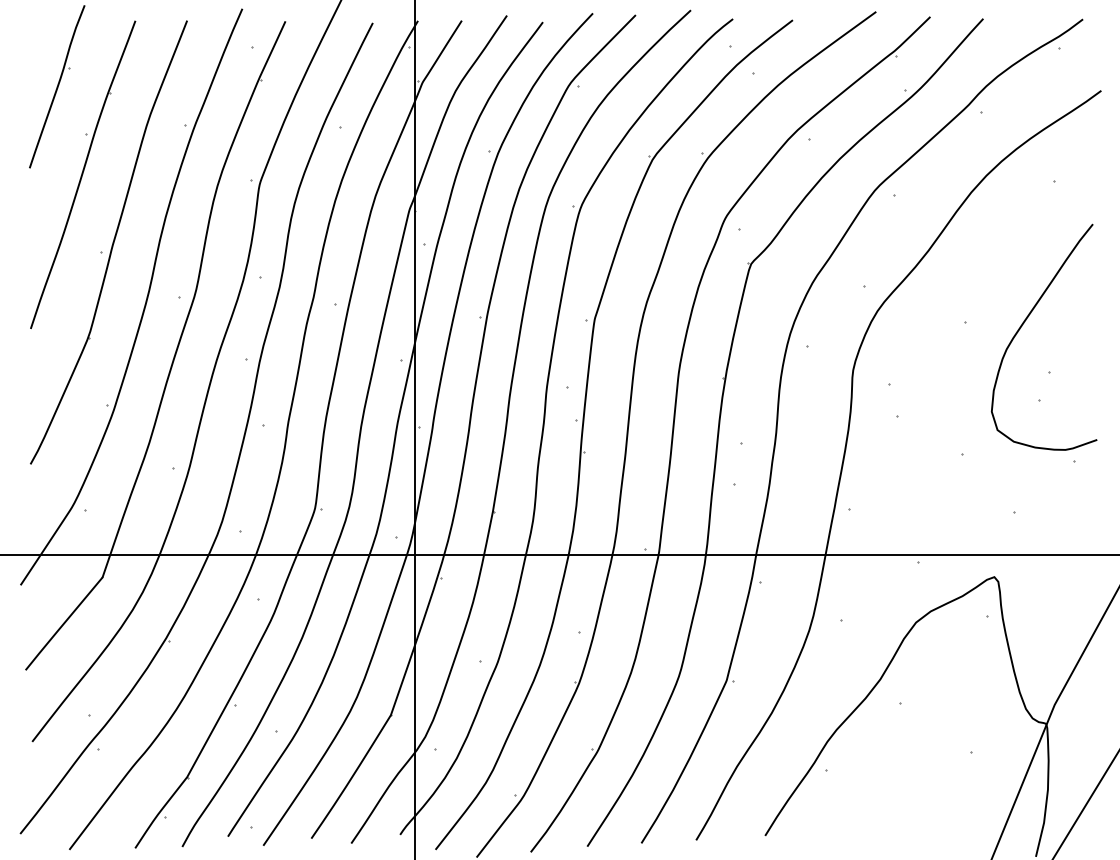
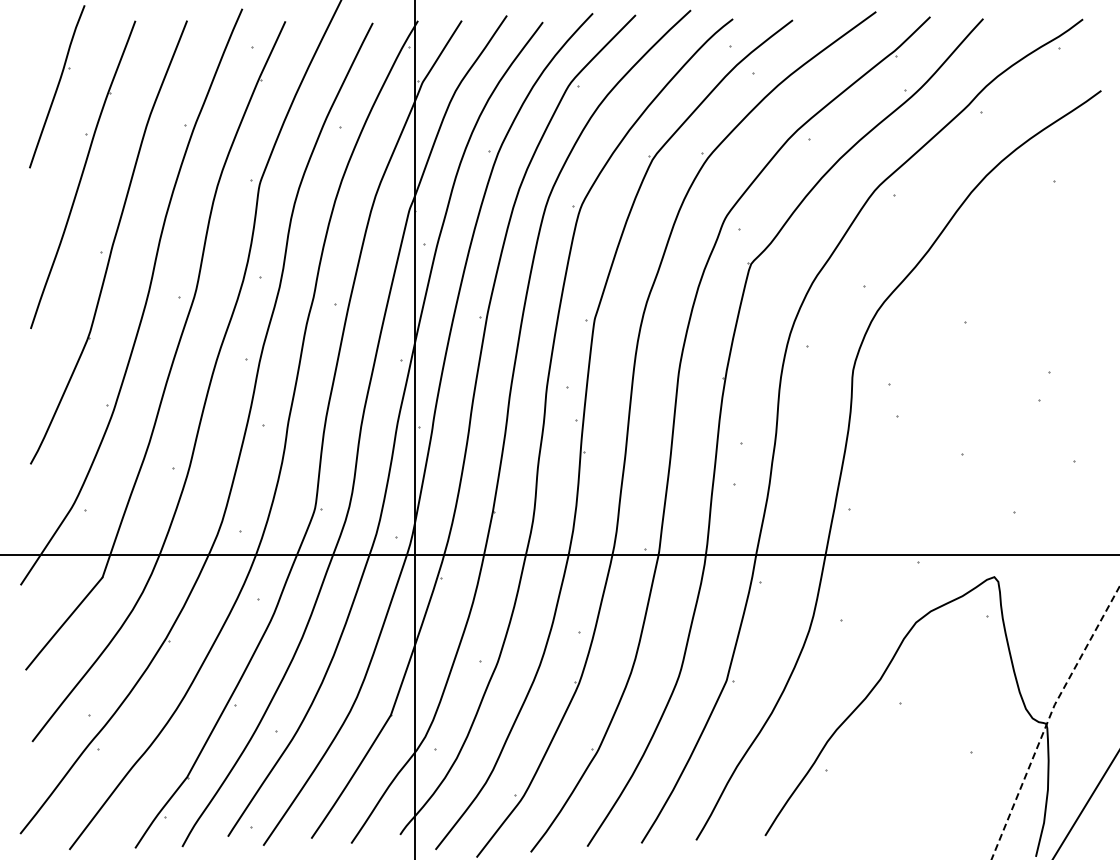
curve at (1024, 323): present -> none
line at (1049, 718): solid -> dashed
